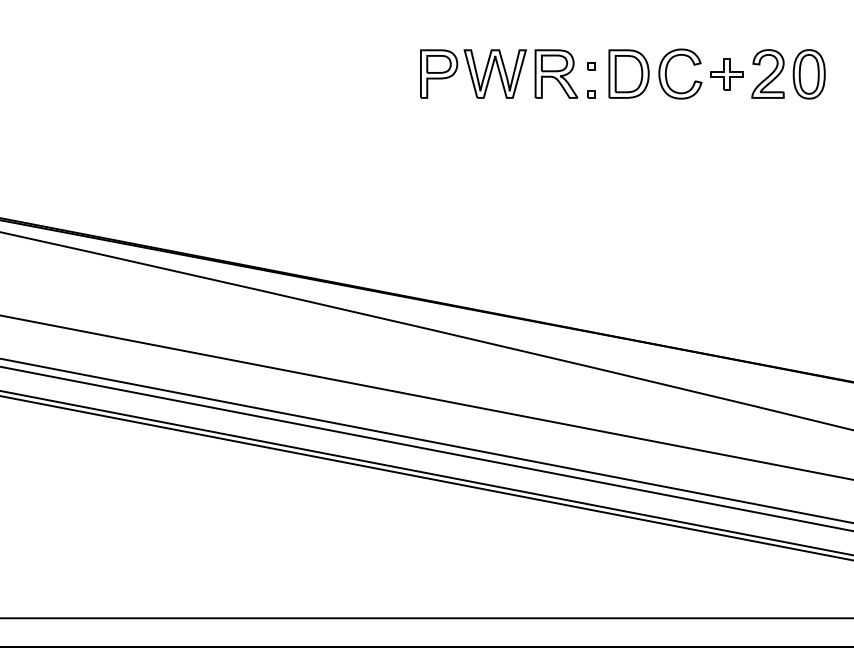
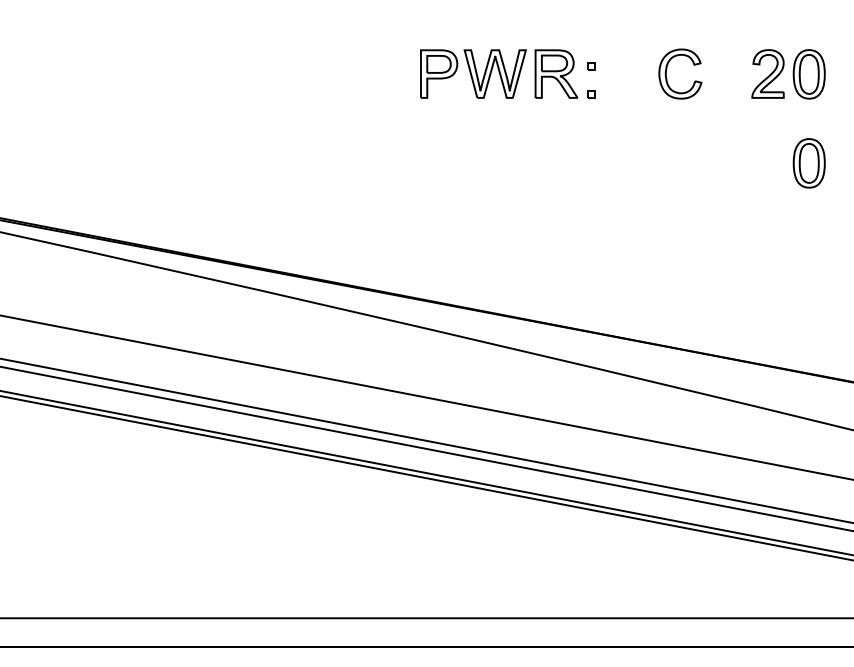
part at (628, 73): present -> none
part at (726, 74): present -> none
part at (808, 163): none -> present
